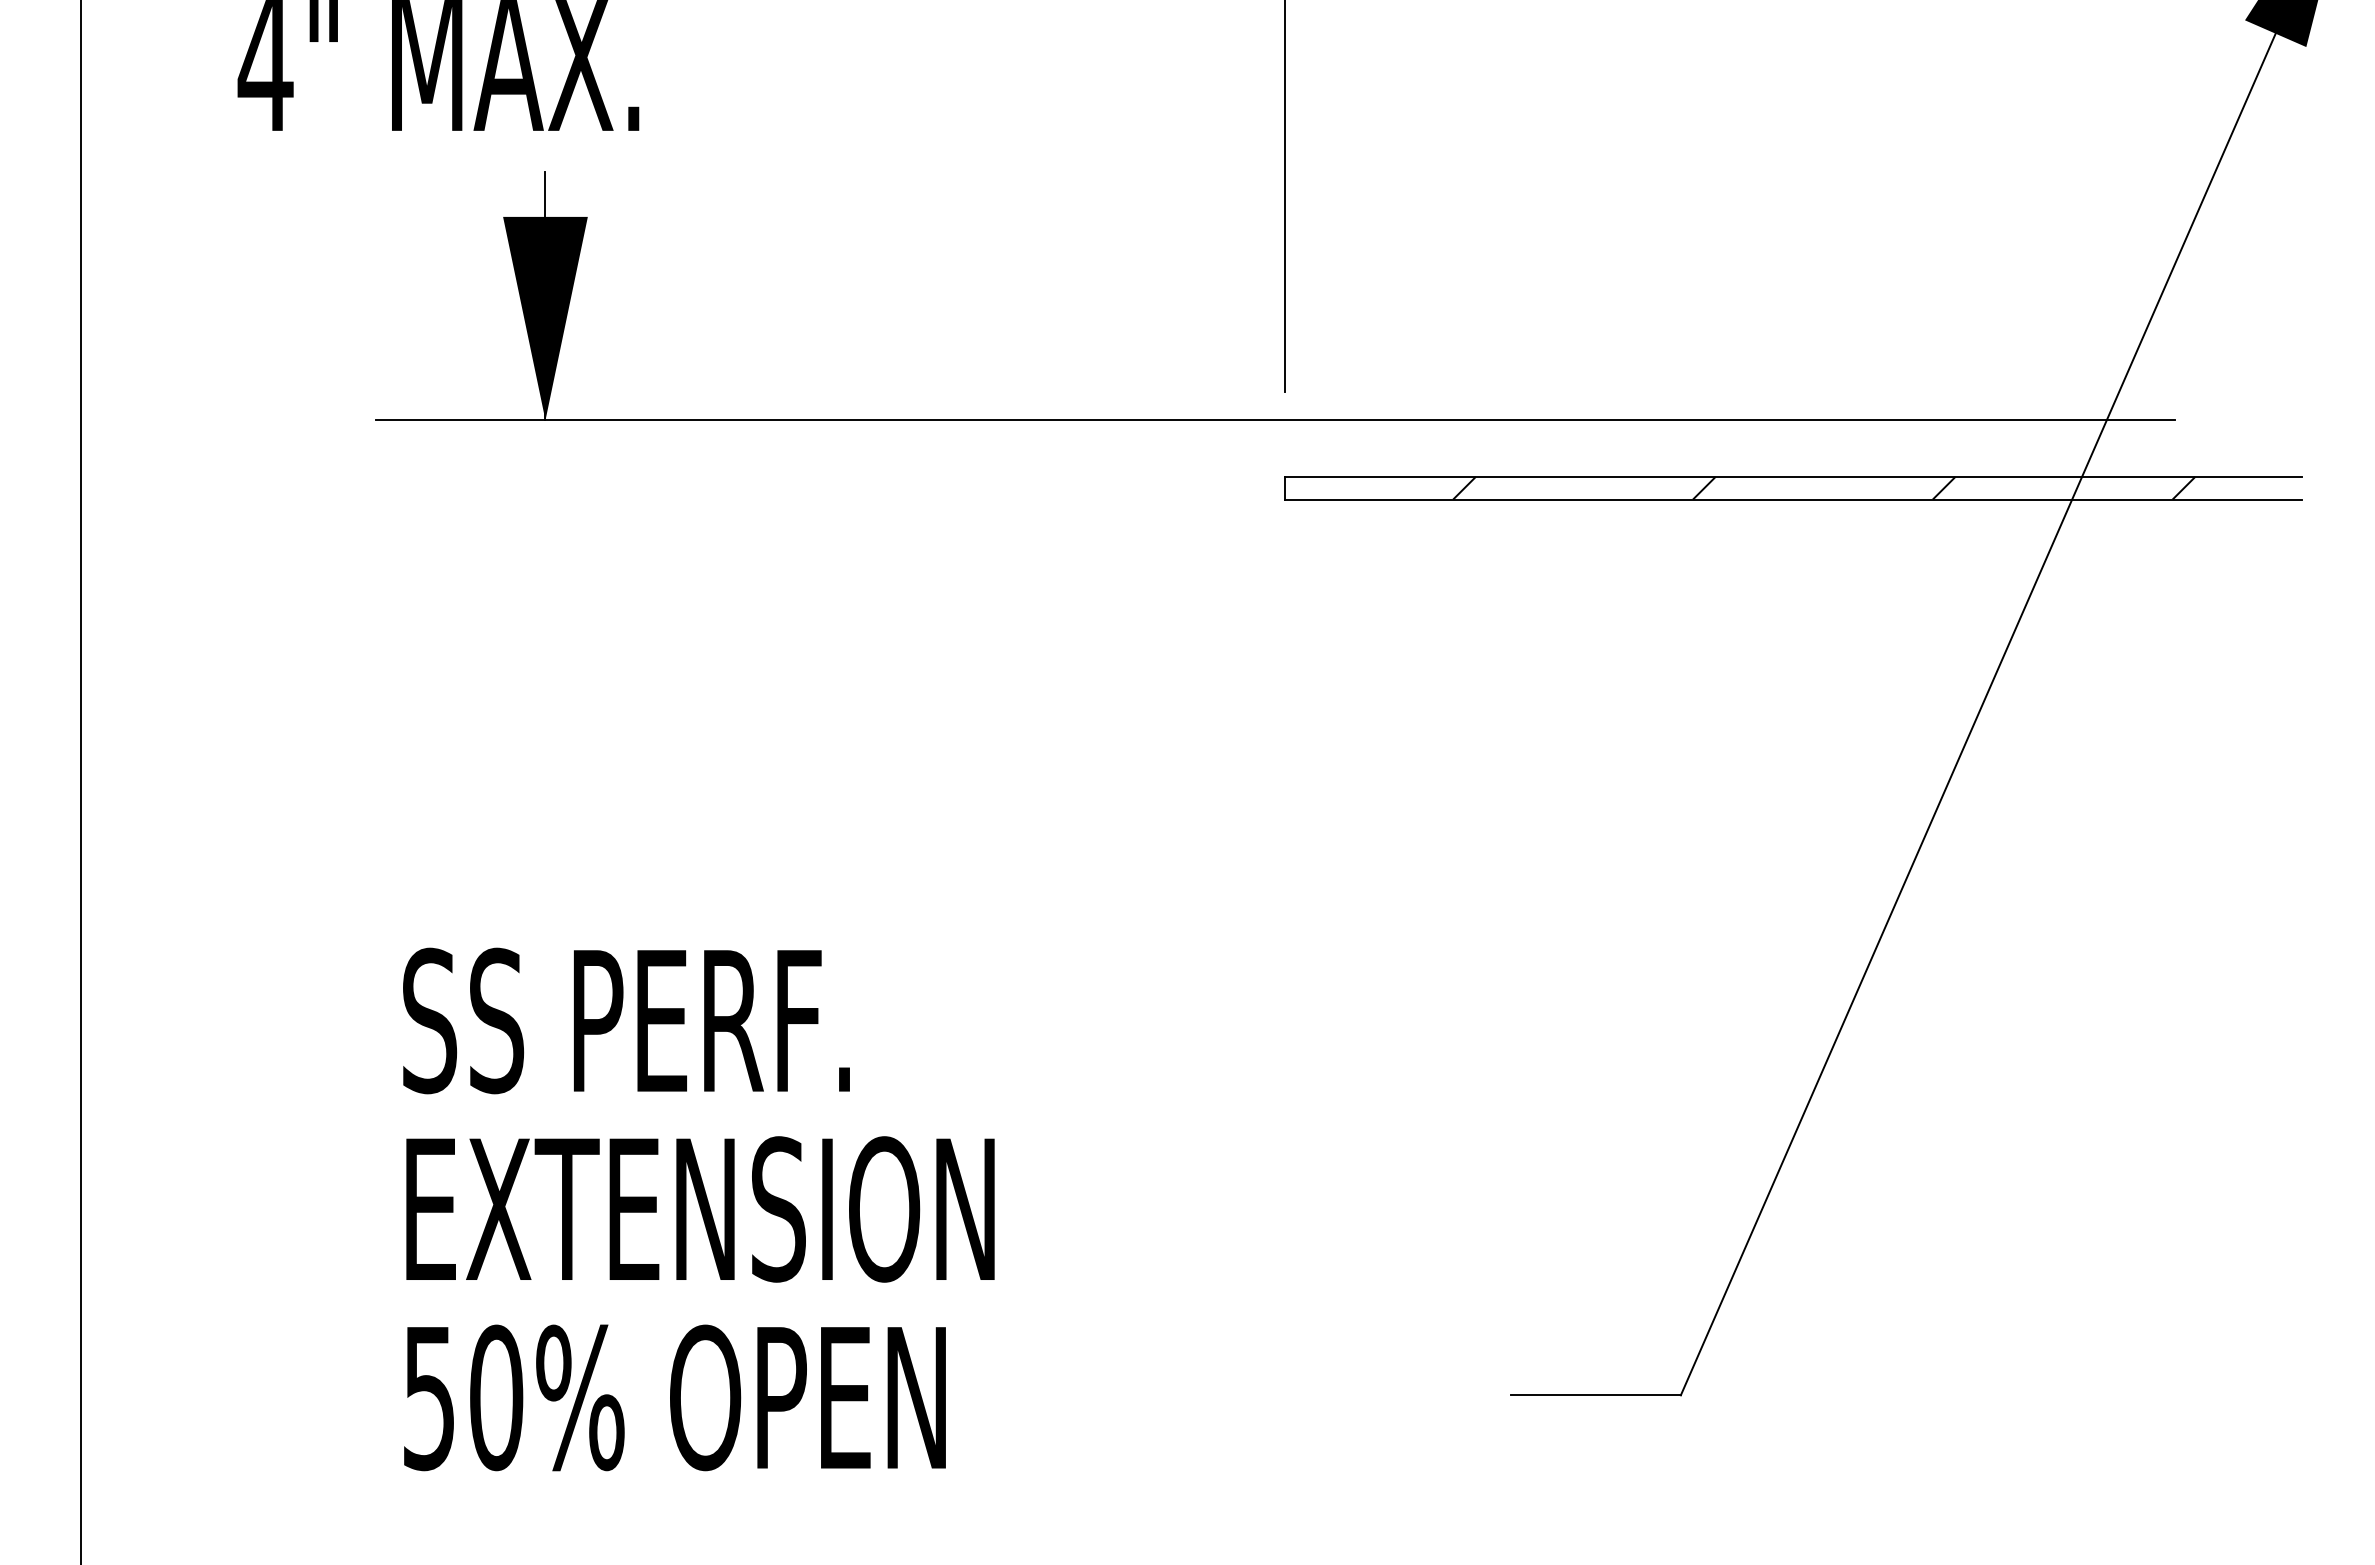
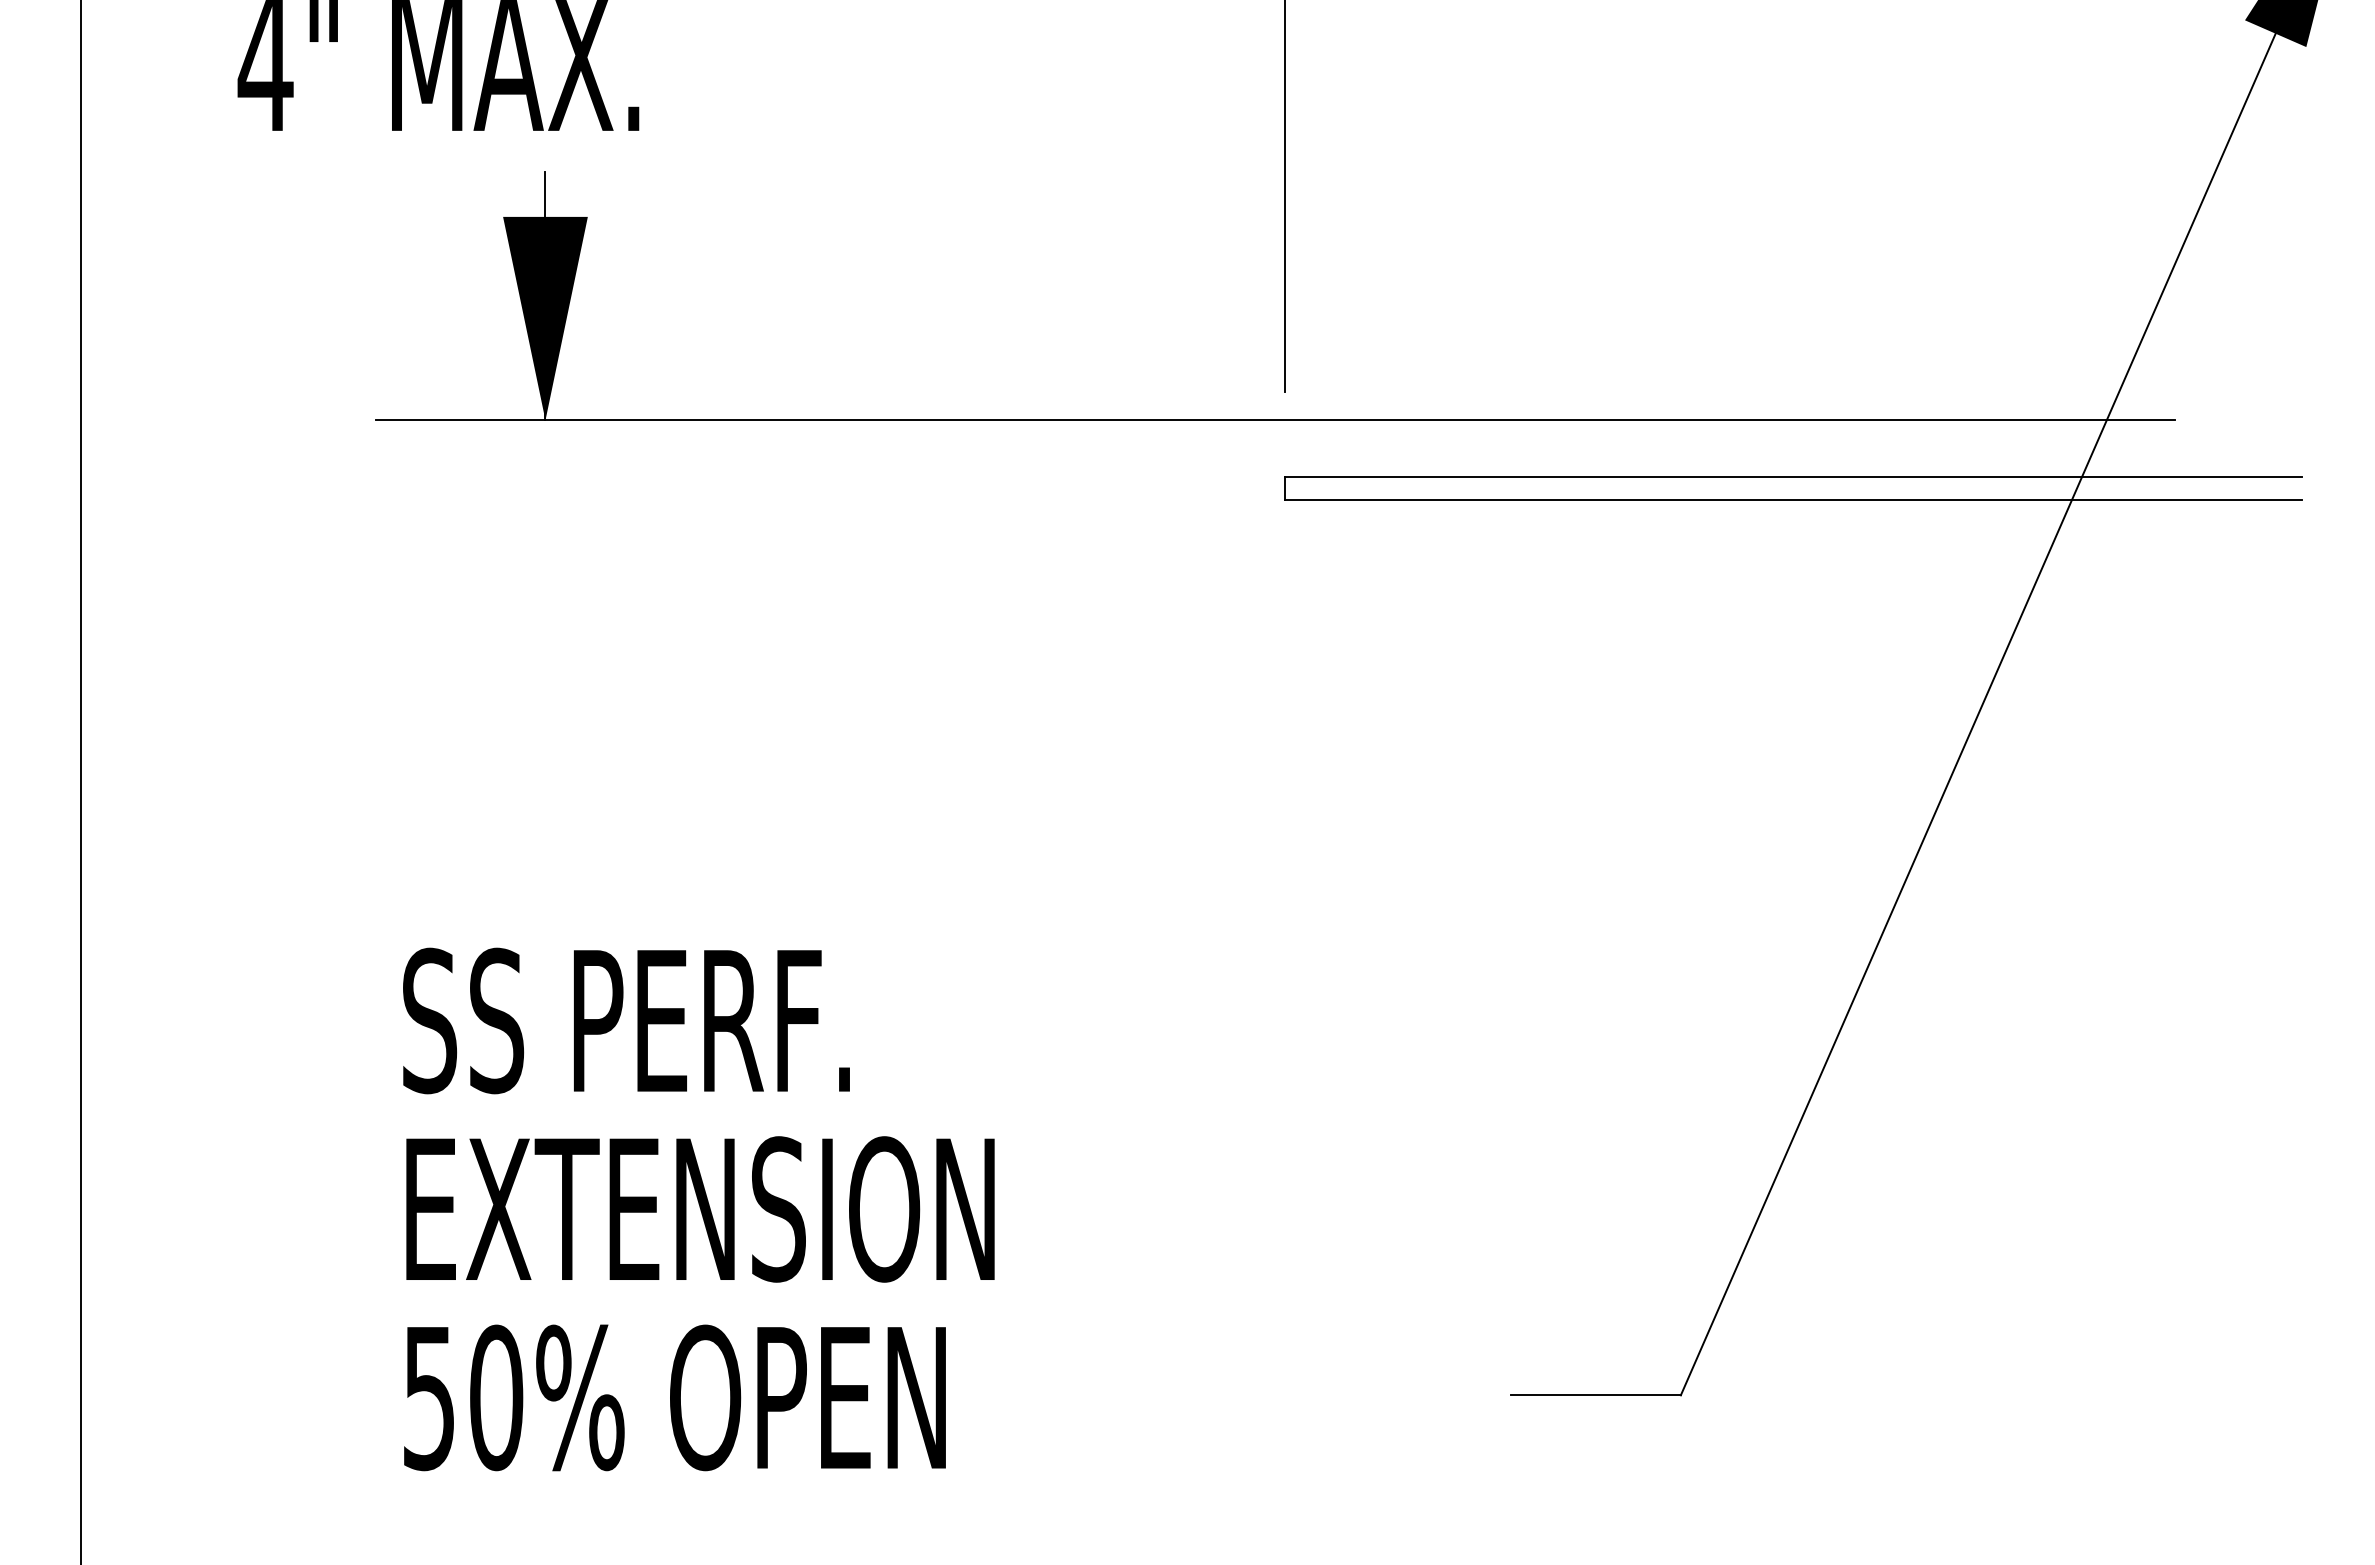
hatch at (1824, 487): present -> none
